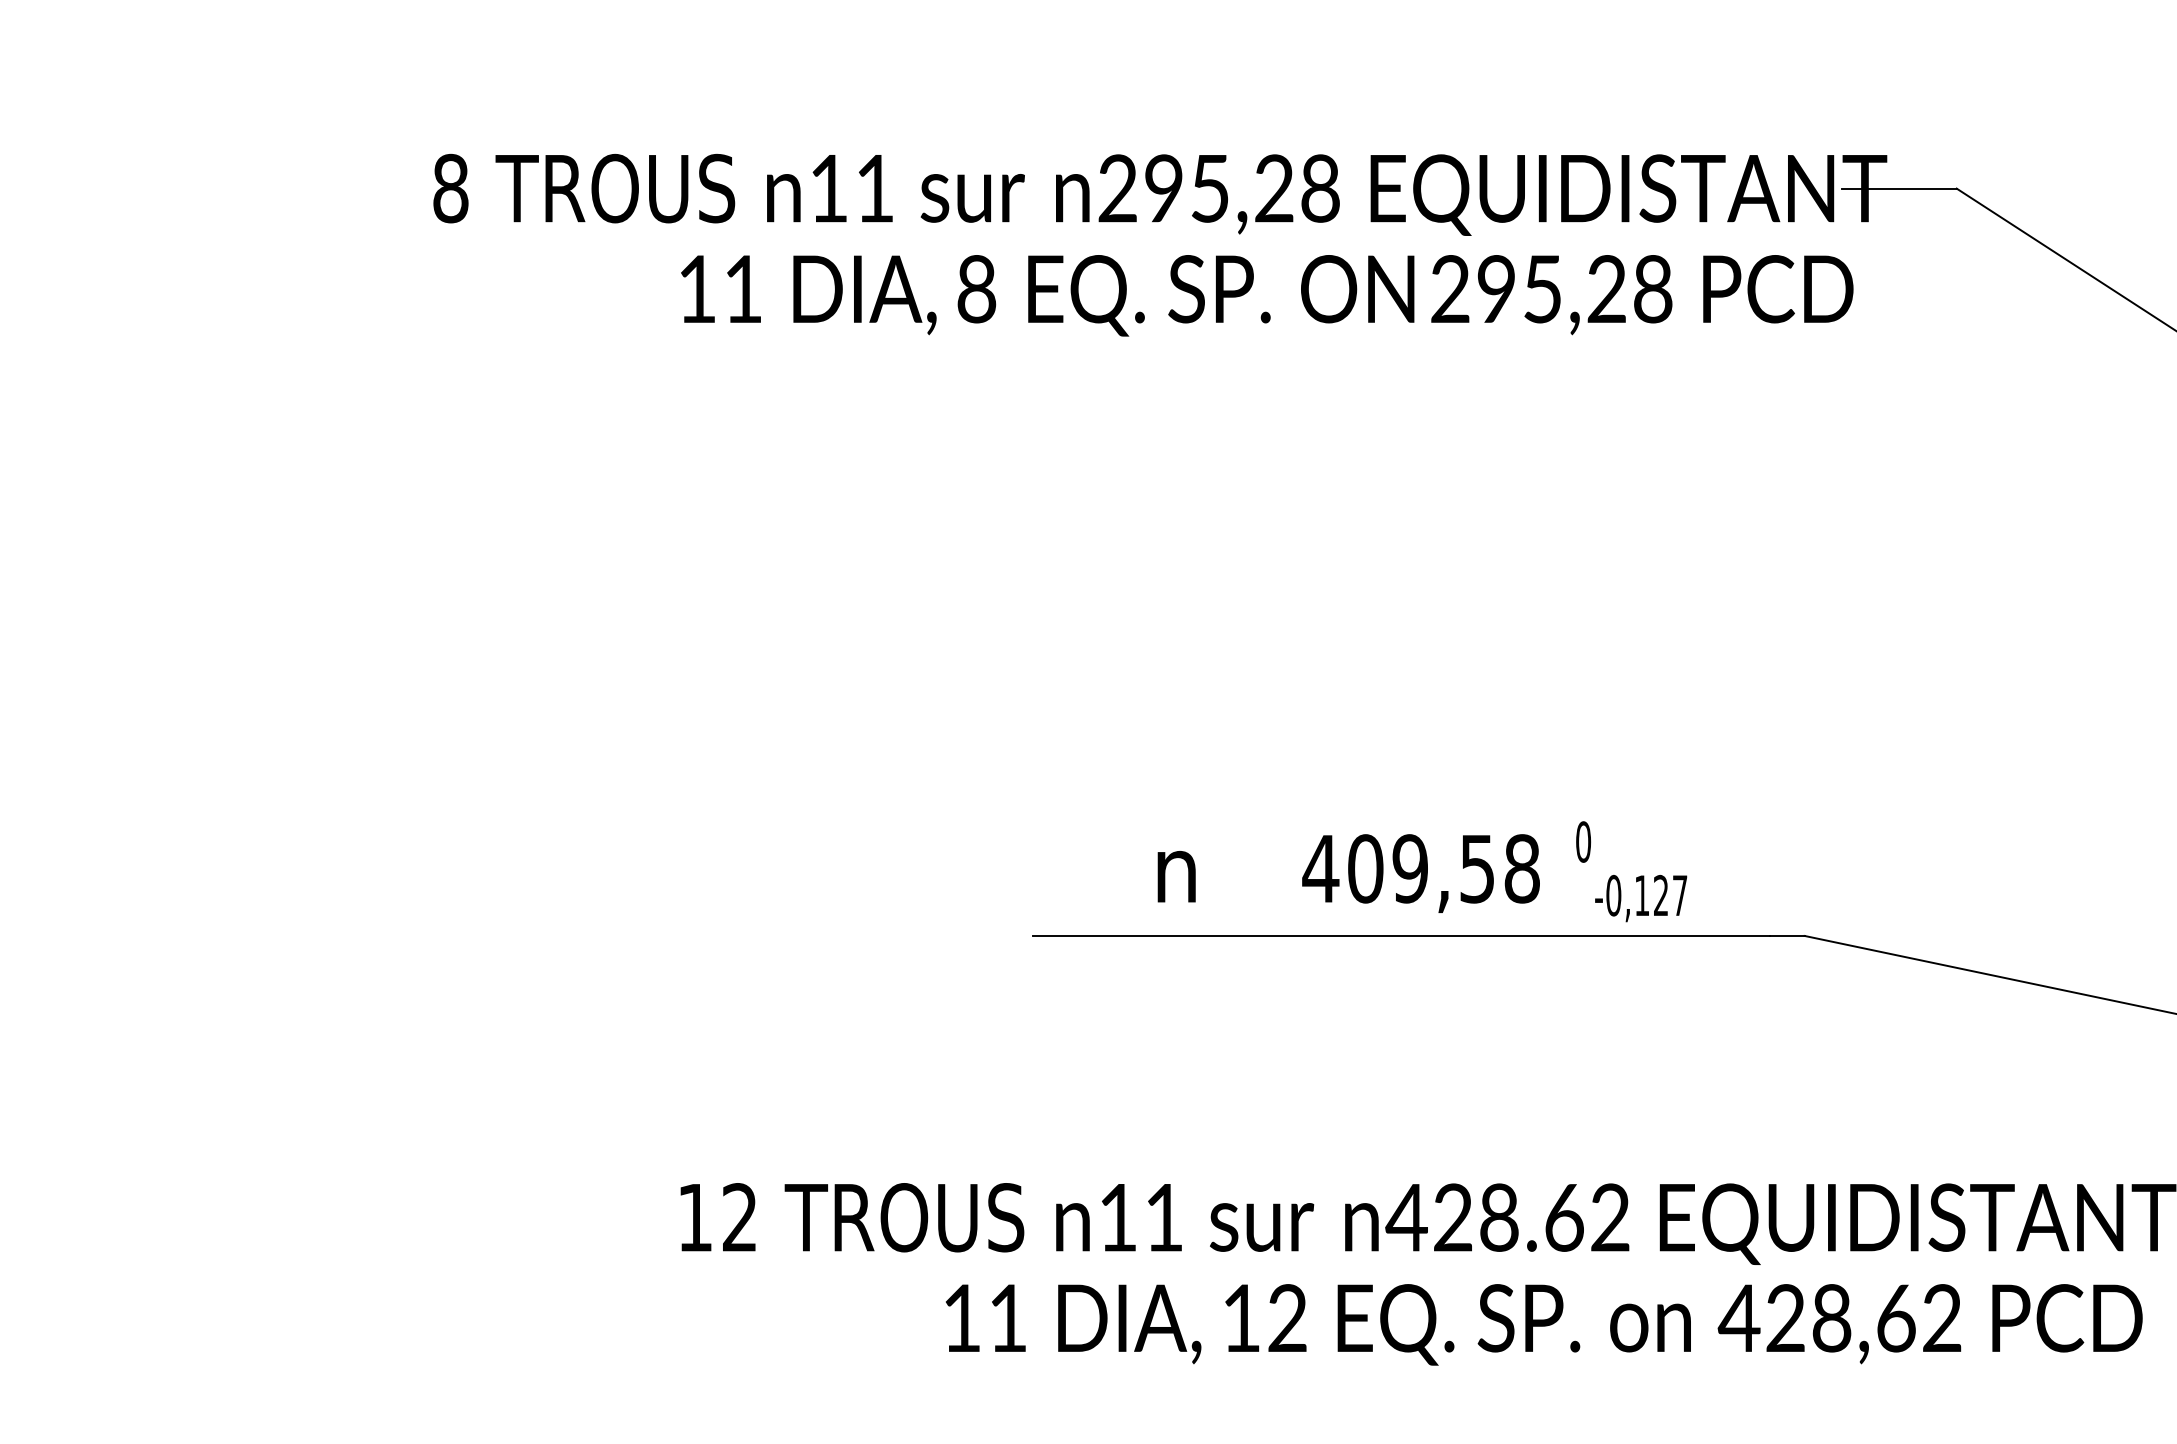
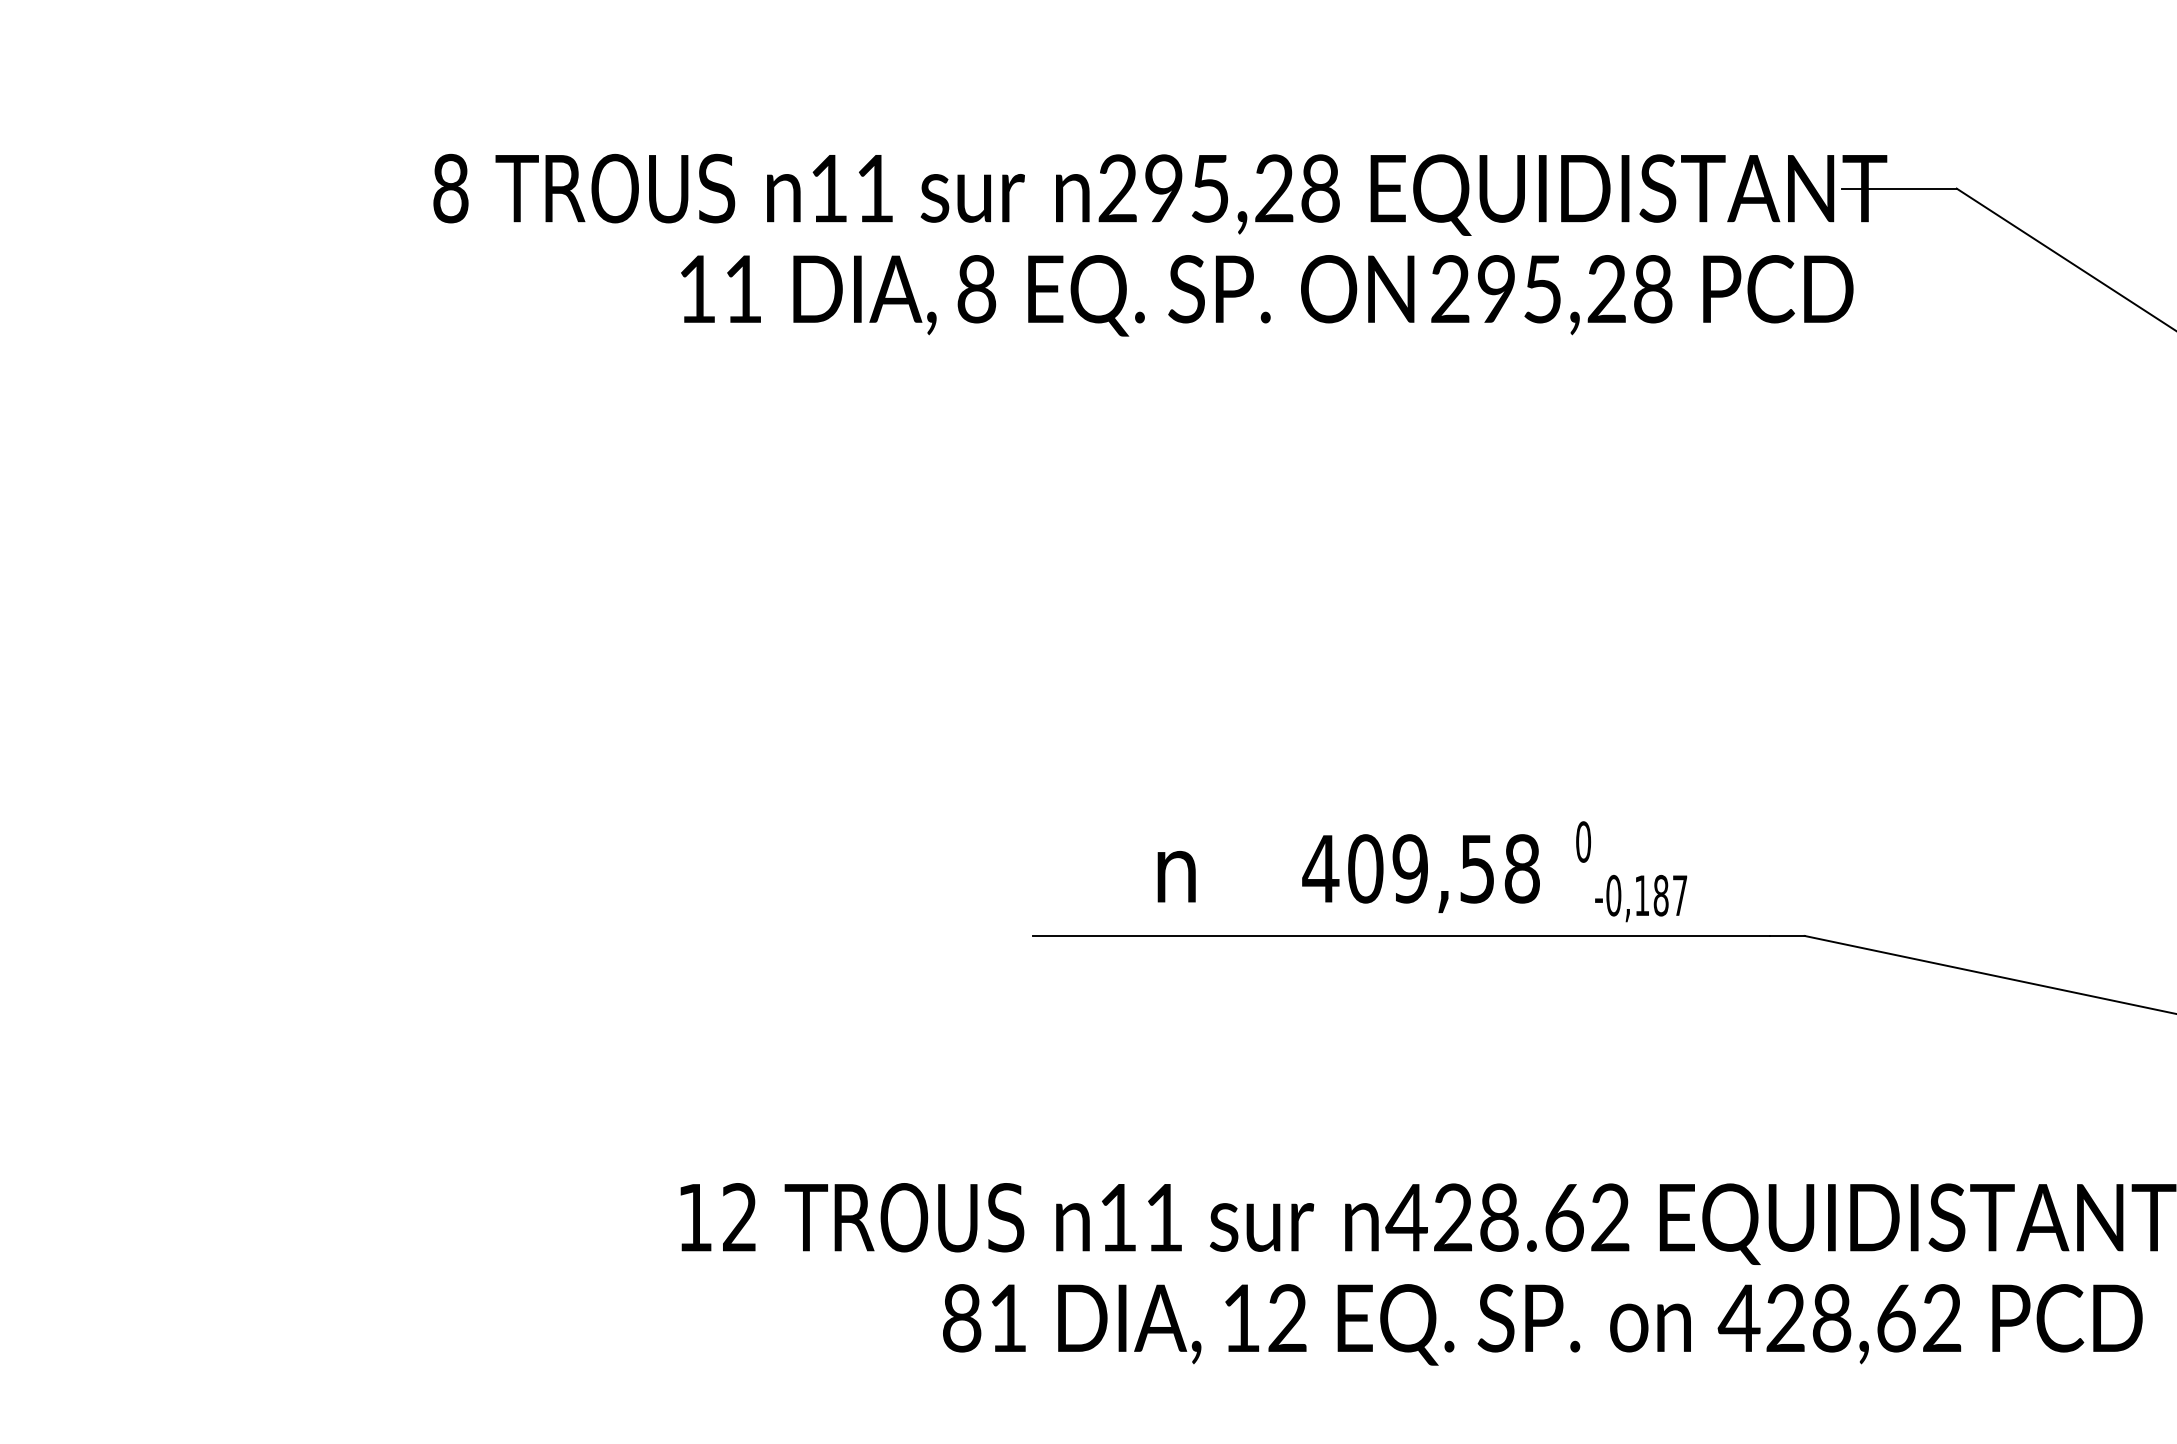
text at (1660, 895): -0,127 -> -0,187
text at (962, 1318): 11 -> 81
